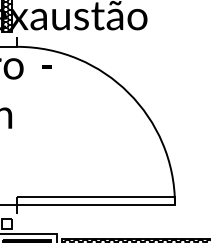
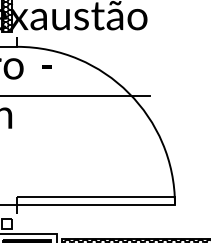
line at (76, 96): none -> present
